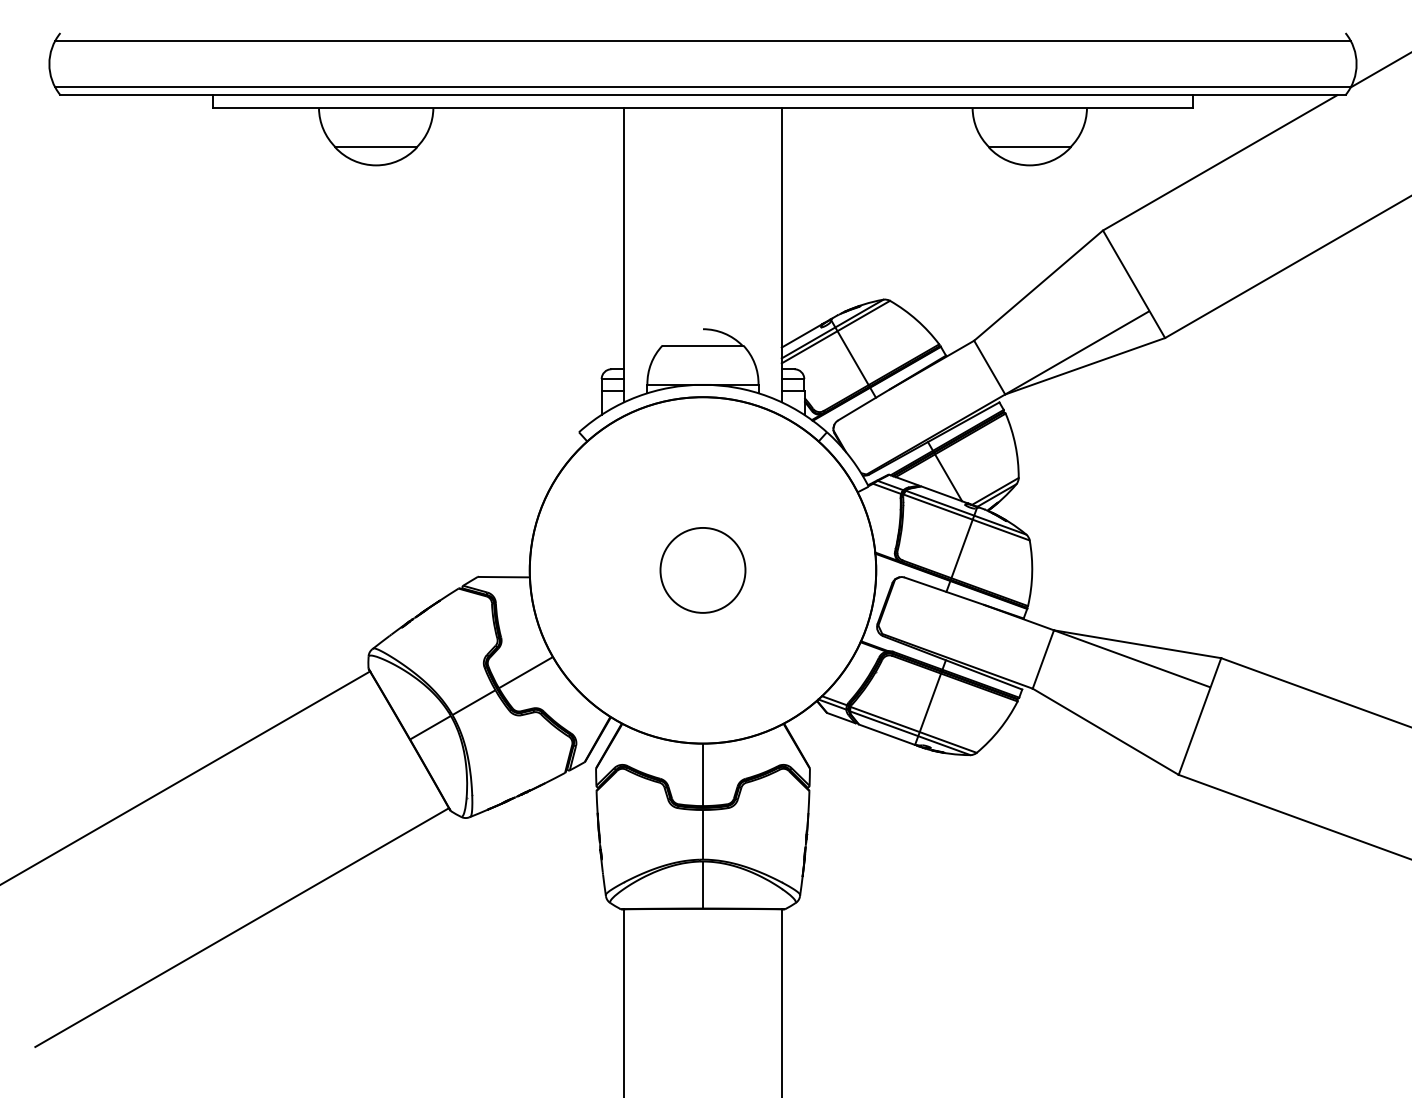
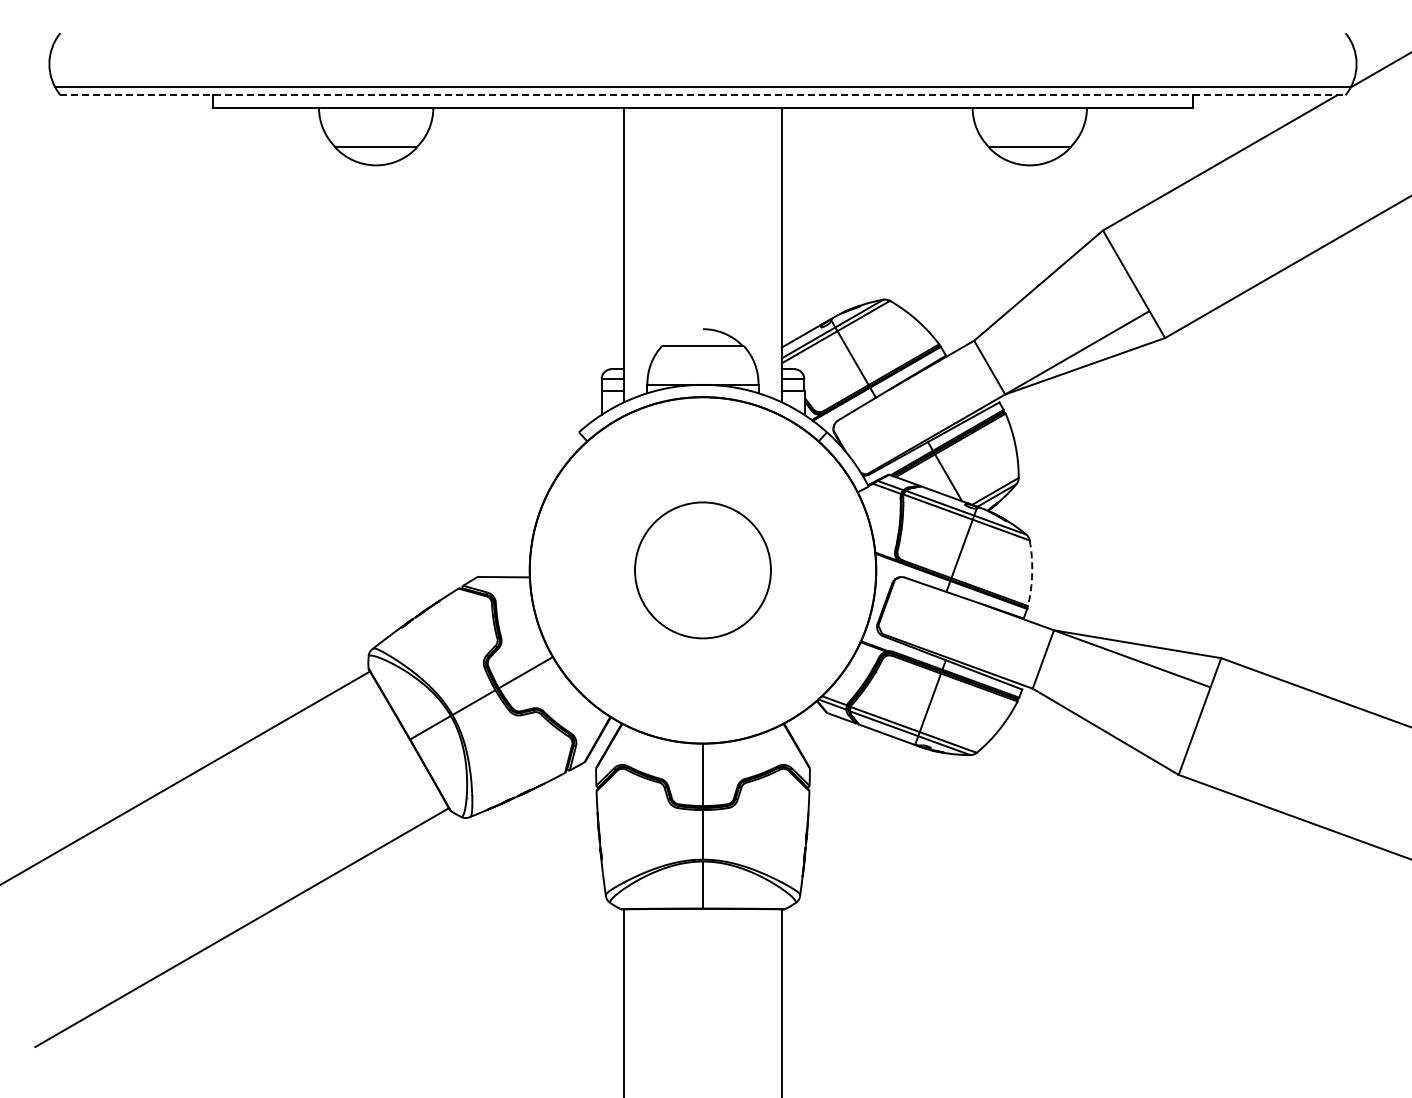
line at (702, 41): present -> none
line at (703, 95): solid -> dashed
circle at (702, 569) diameter: 85 px -> 136 px
arc at (1032, 573): solid -> dashed
